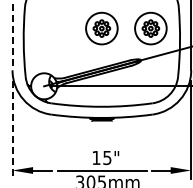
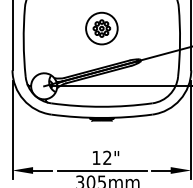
part at (150, 28): present -> none
line at (12, 35): dashed -> solid
line at (12, 130): dashed -> solid
text at (107, 157): 15" -> 12"
